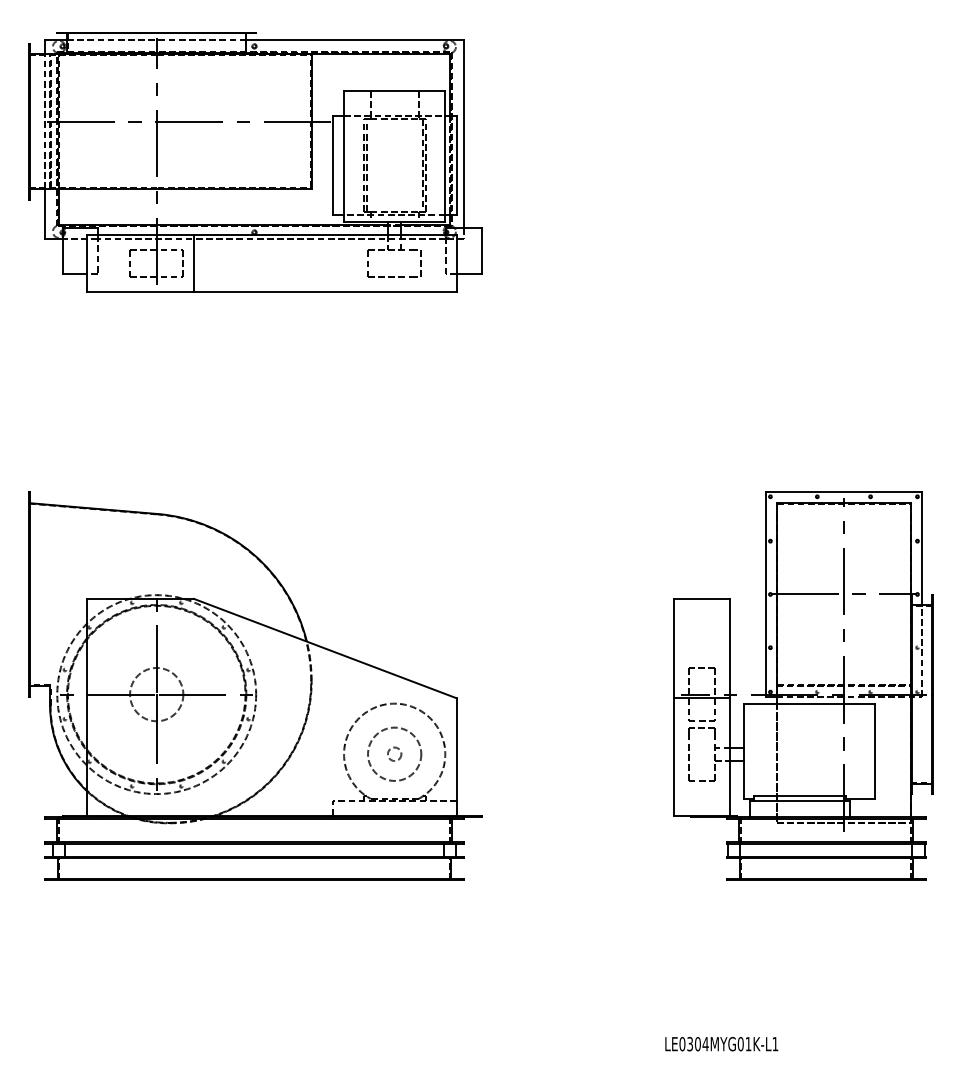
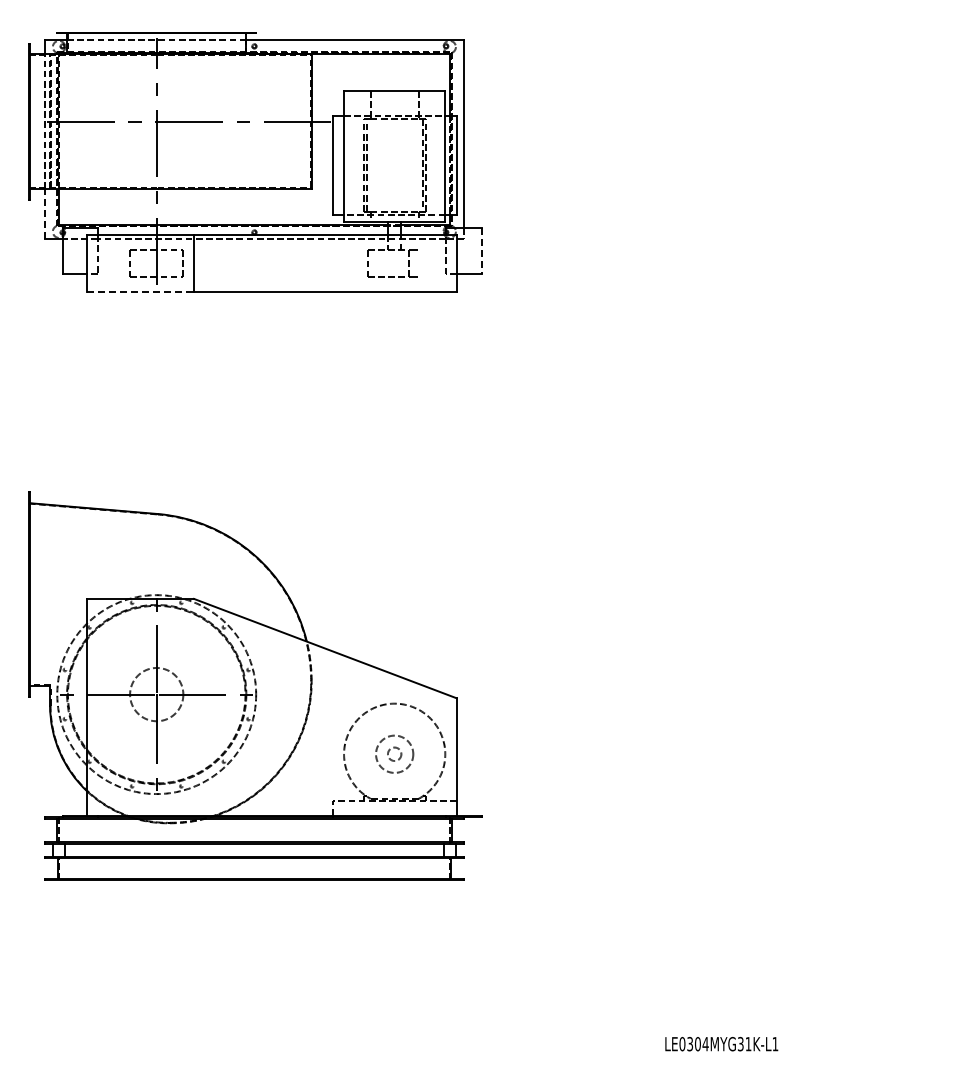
line at (44, 213): solid -> dashed
line at (481, 251): solid -> dashed
line at (421, 263) position: (421, 263) -> (409, 263)
line at (141, 292): solid -> dashed
part at (803, 685): present -> none
circle at (394, 753) diameter: 53 px -> 37 px
text at (740, 1044): LE0304MYG01K-L1 -> LE0304MYG31K-L1
